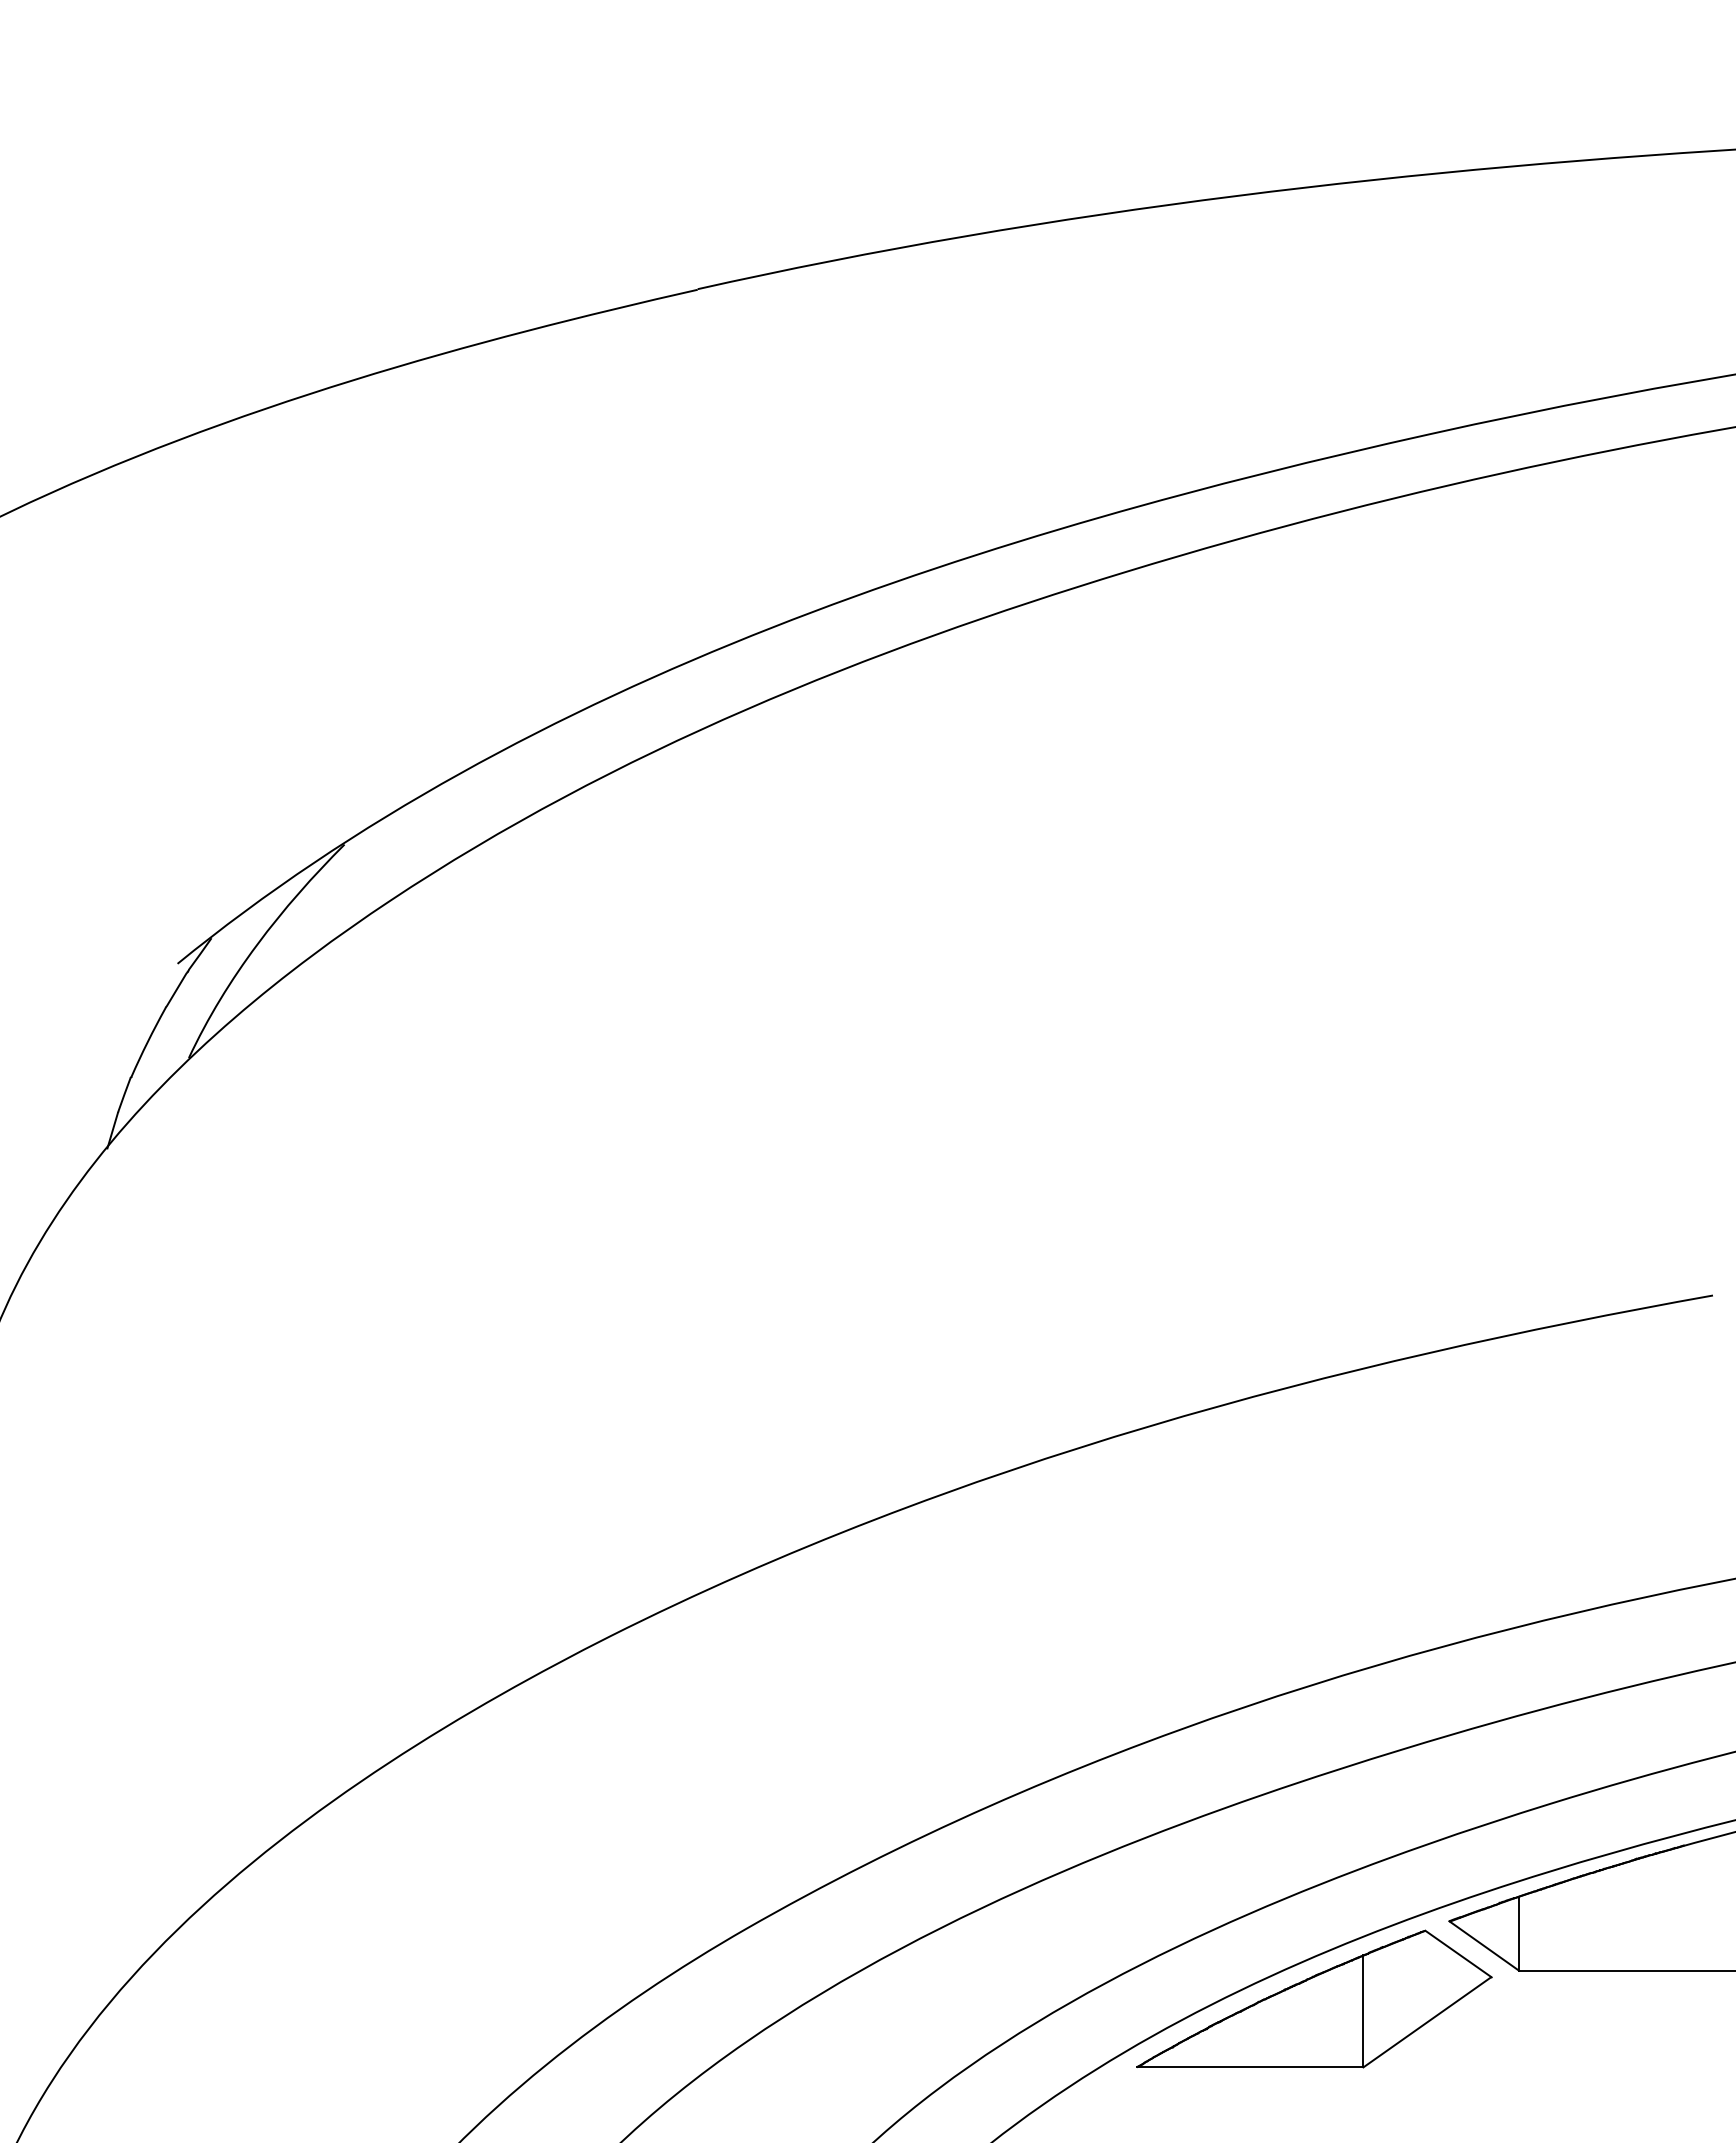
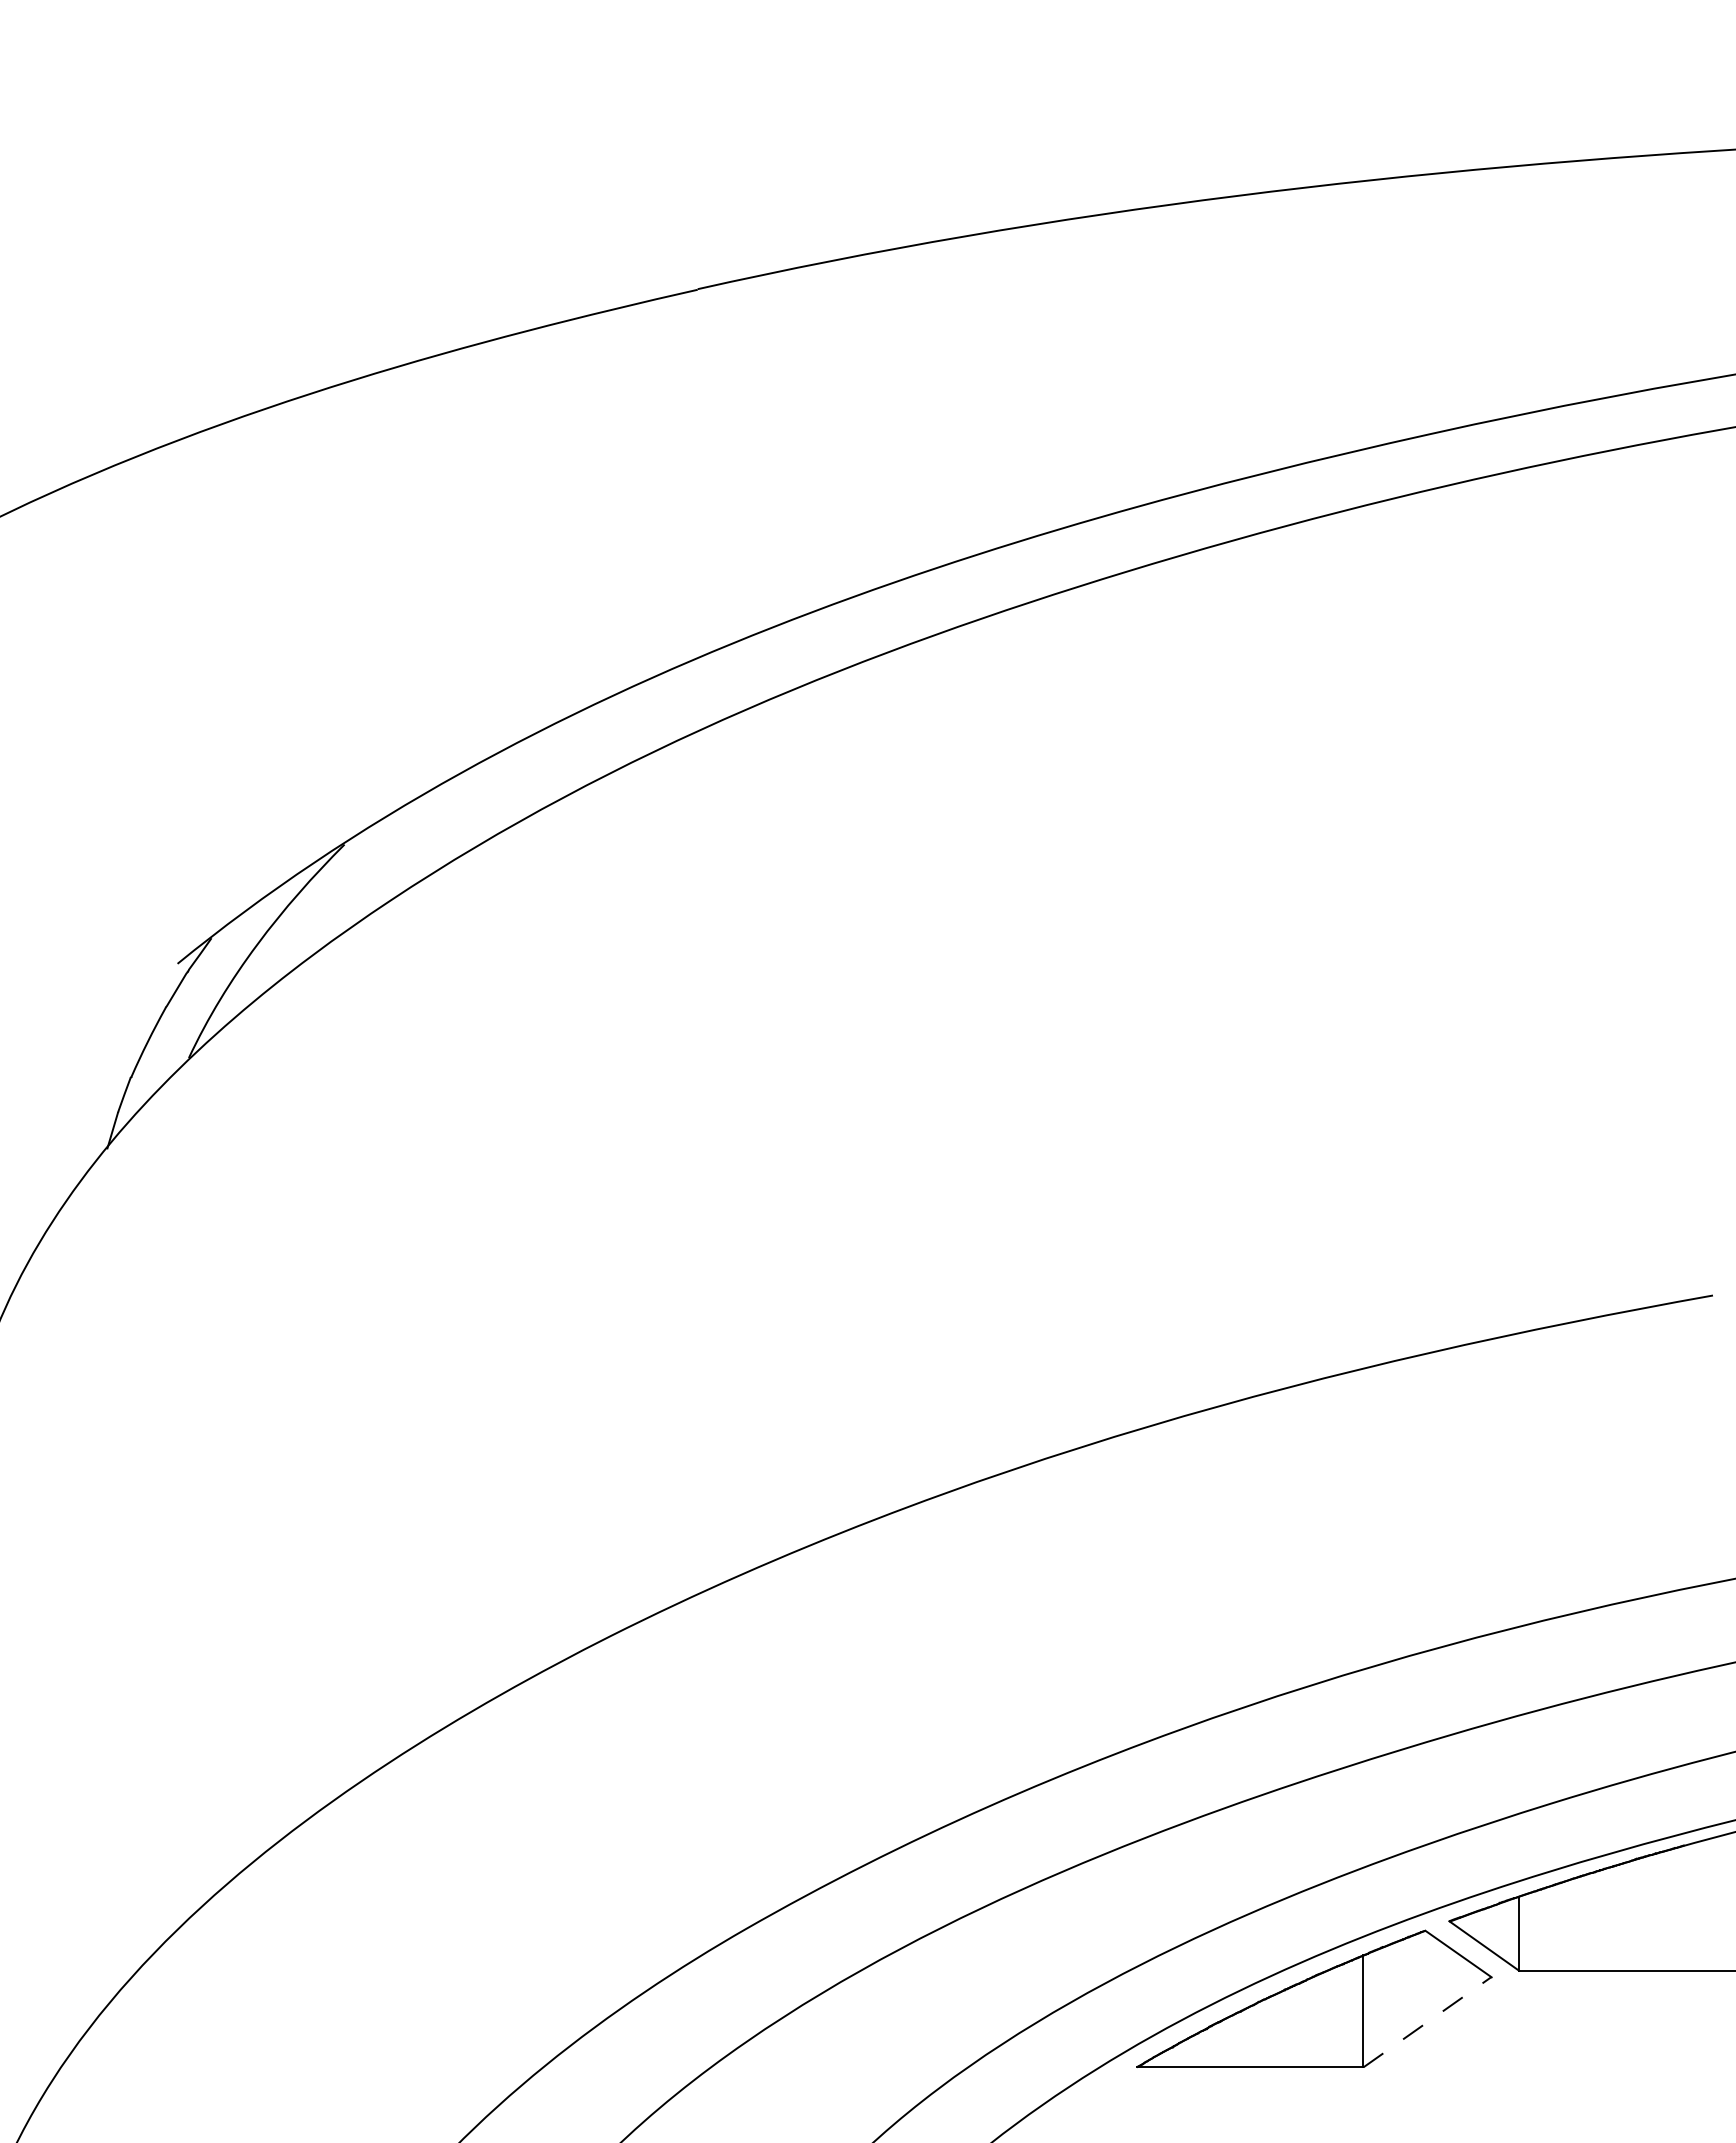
line at (1427, 2022): solid -> dashed
